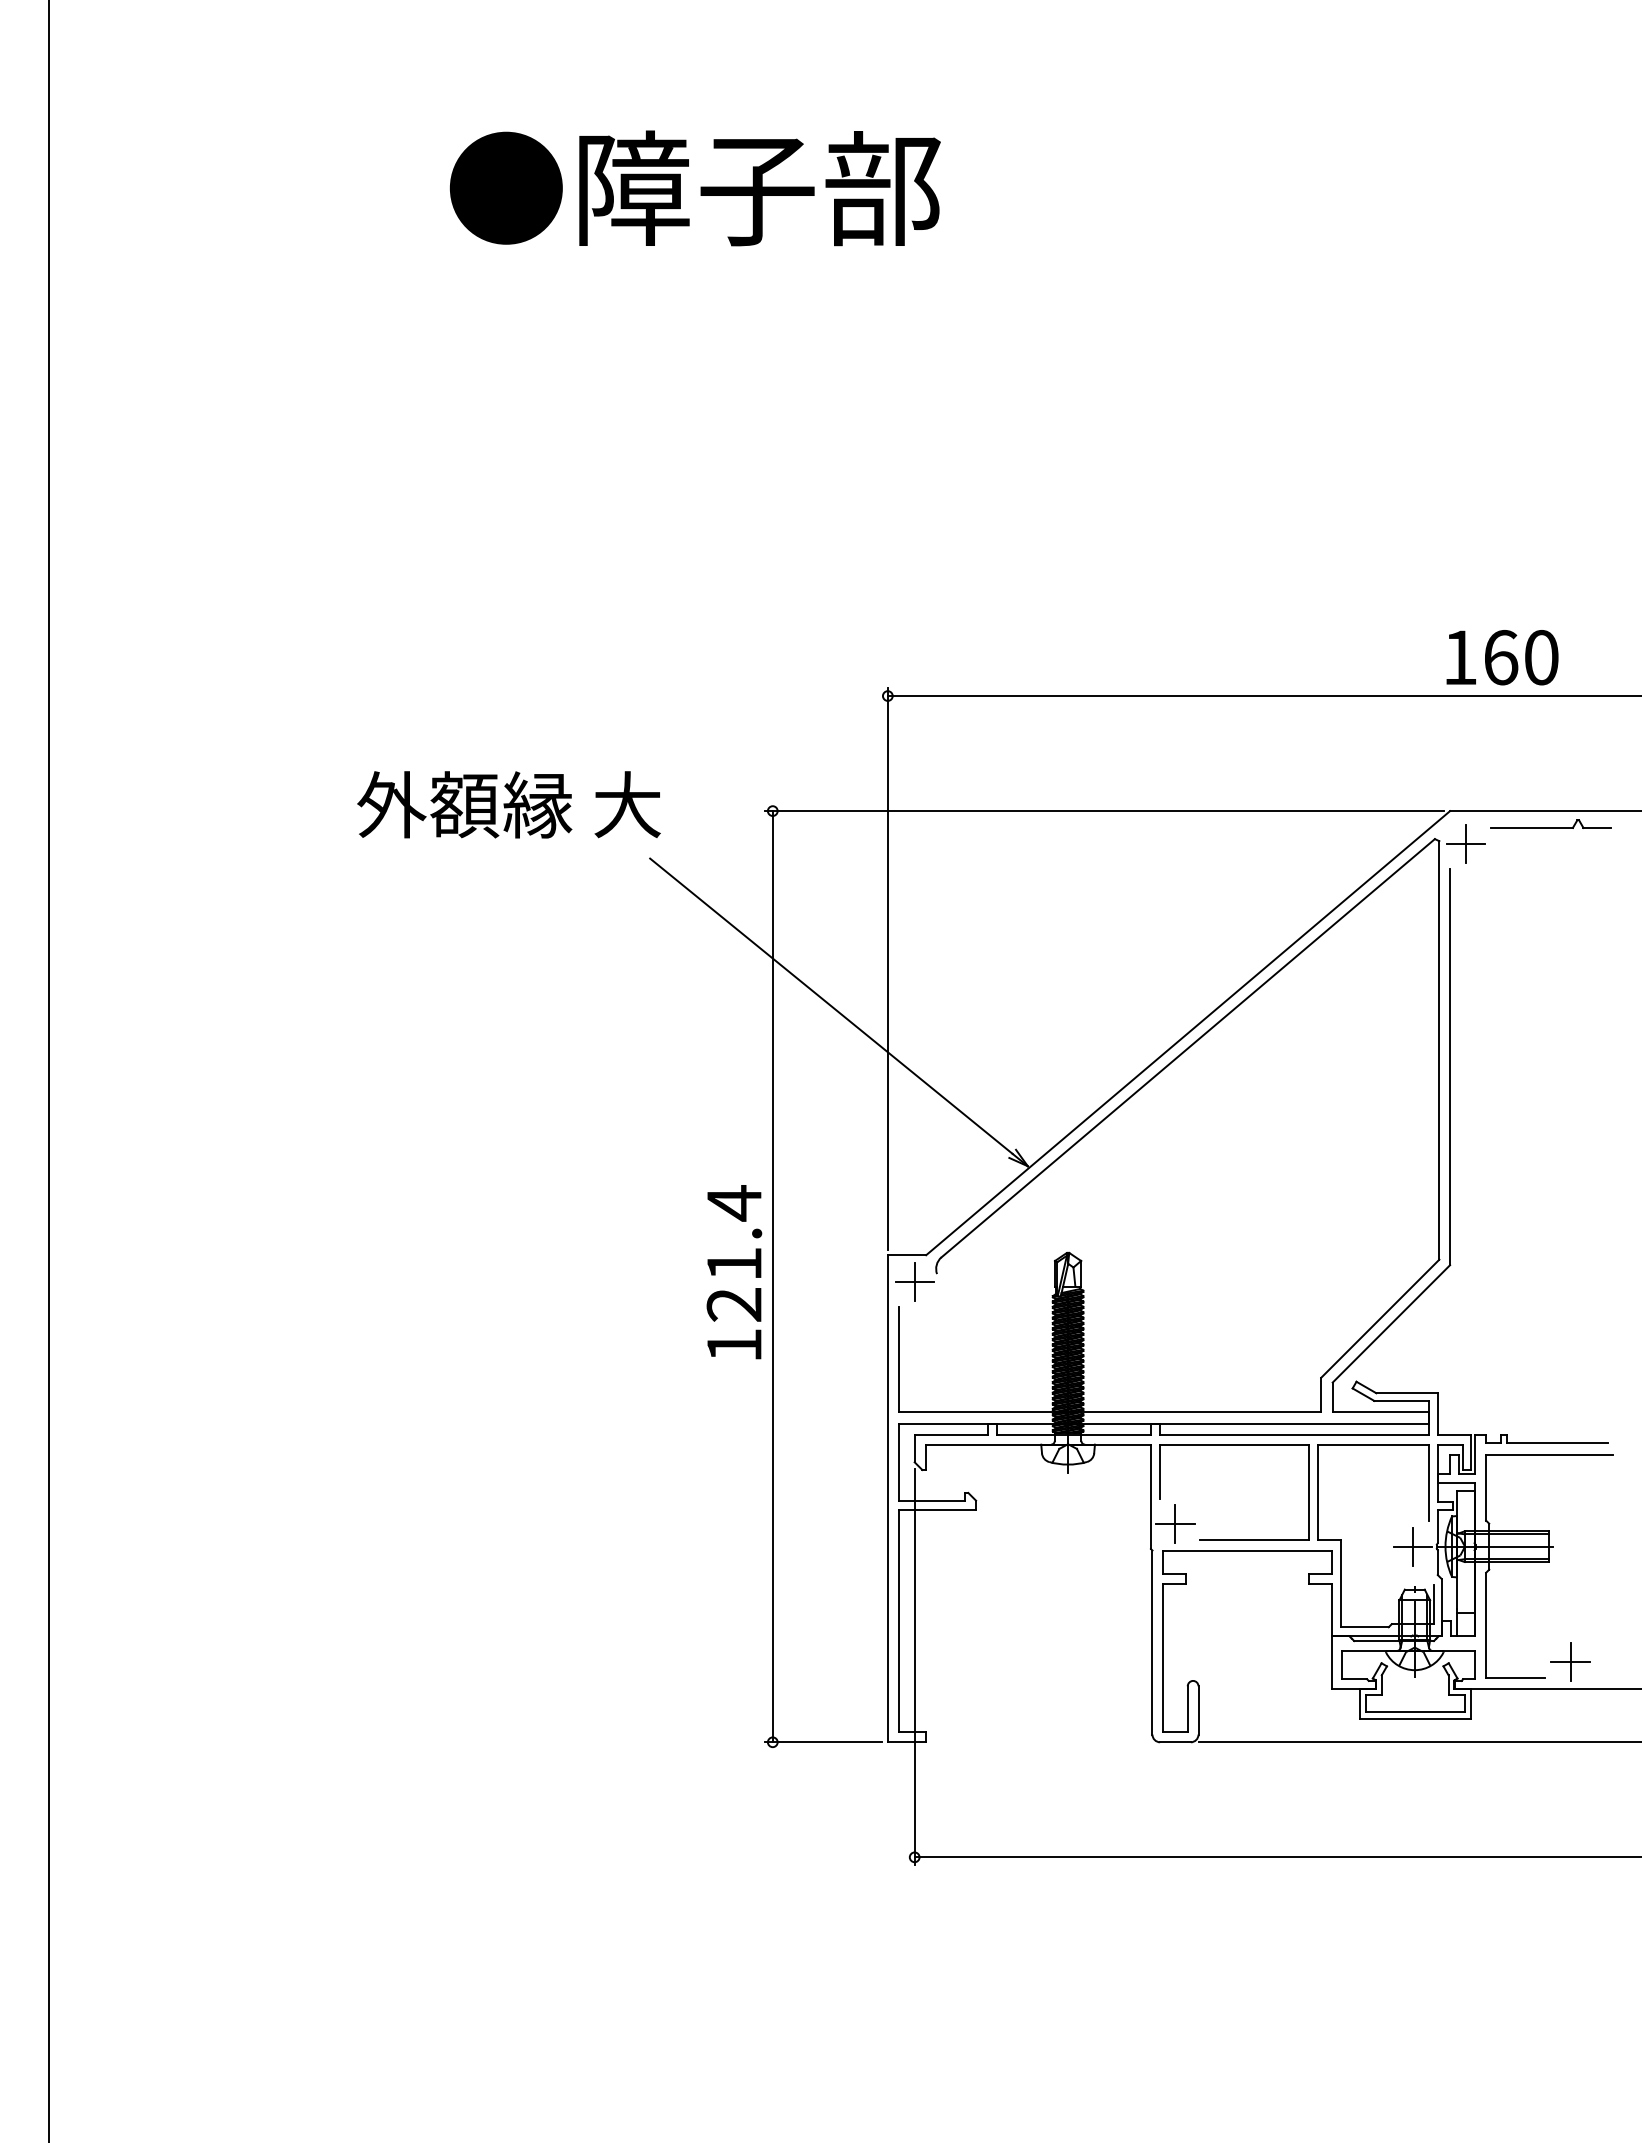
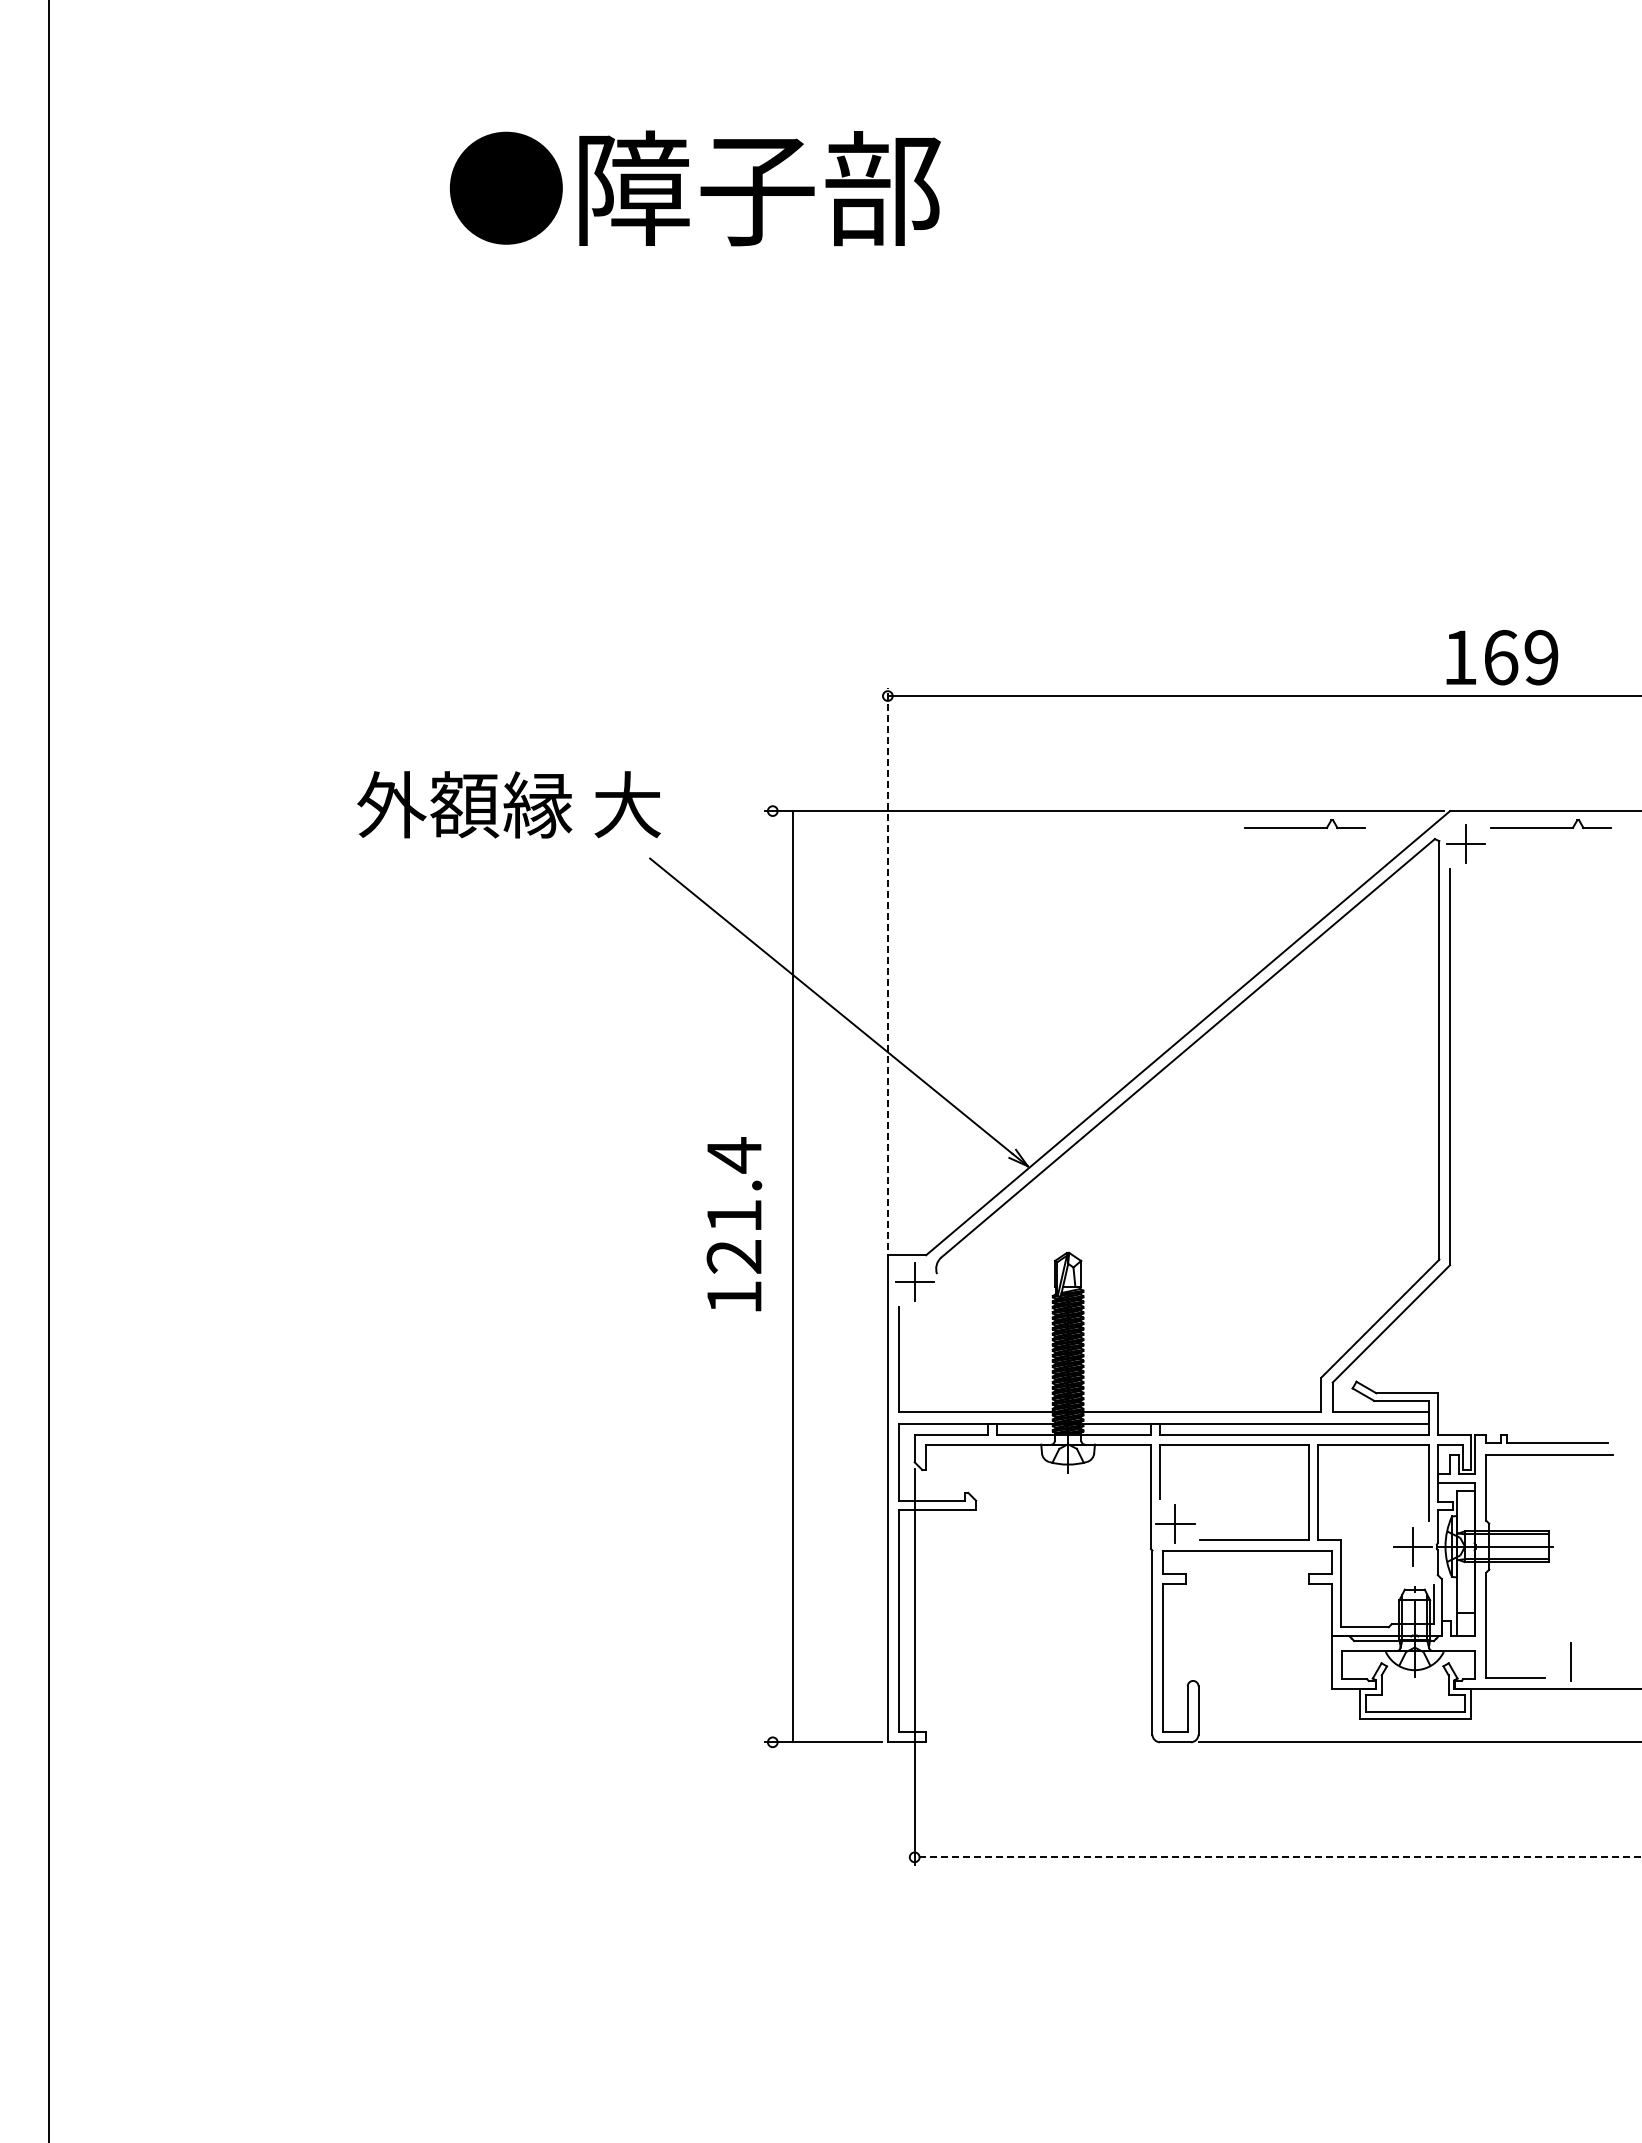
text at (1541, 657): 160 -> 169
part at (1304, 823): none -> present
line at (887, 969): solid -> dashed
text at (734, 1272) position: (734, 1272) -> (734, 1224)
line at (772, 1276) position: (772, 1276) -> (792, 1276)
line at (1570, 1661): present -> none
line at (1277, 1857): solid -> dashed
